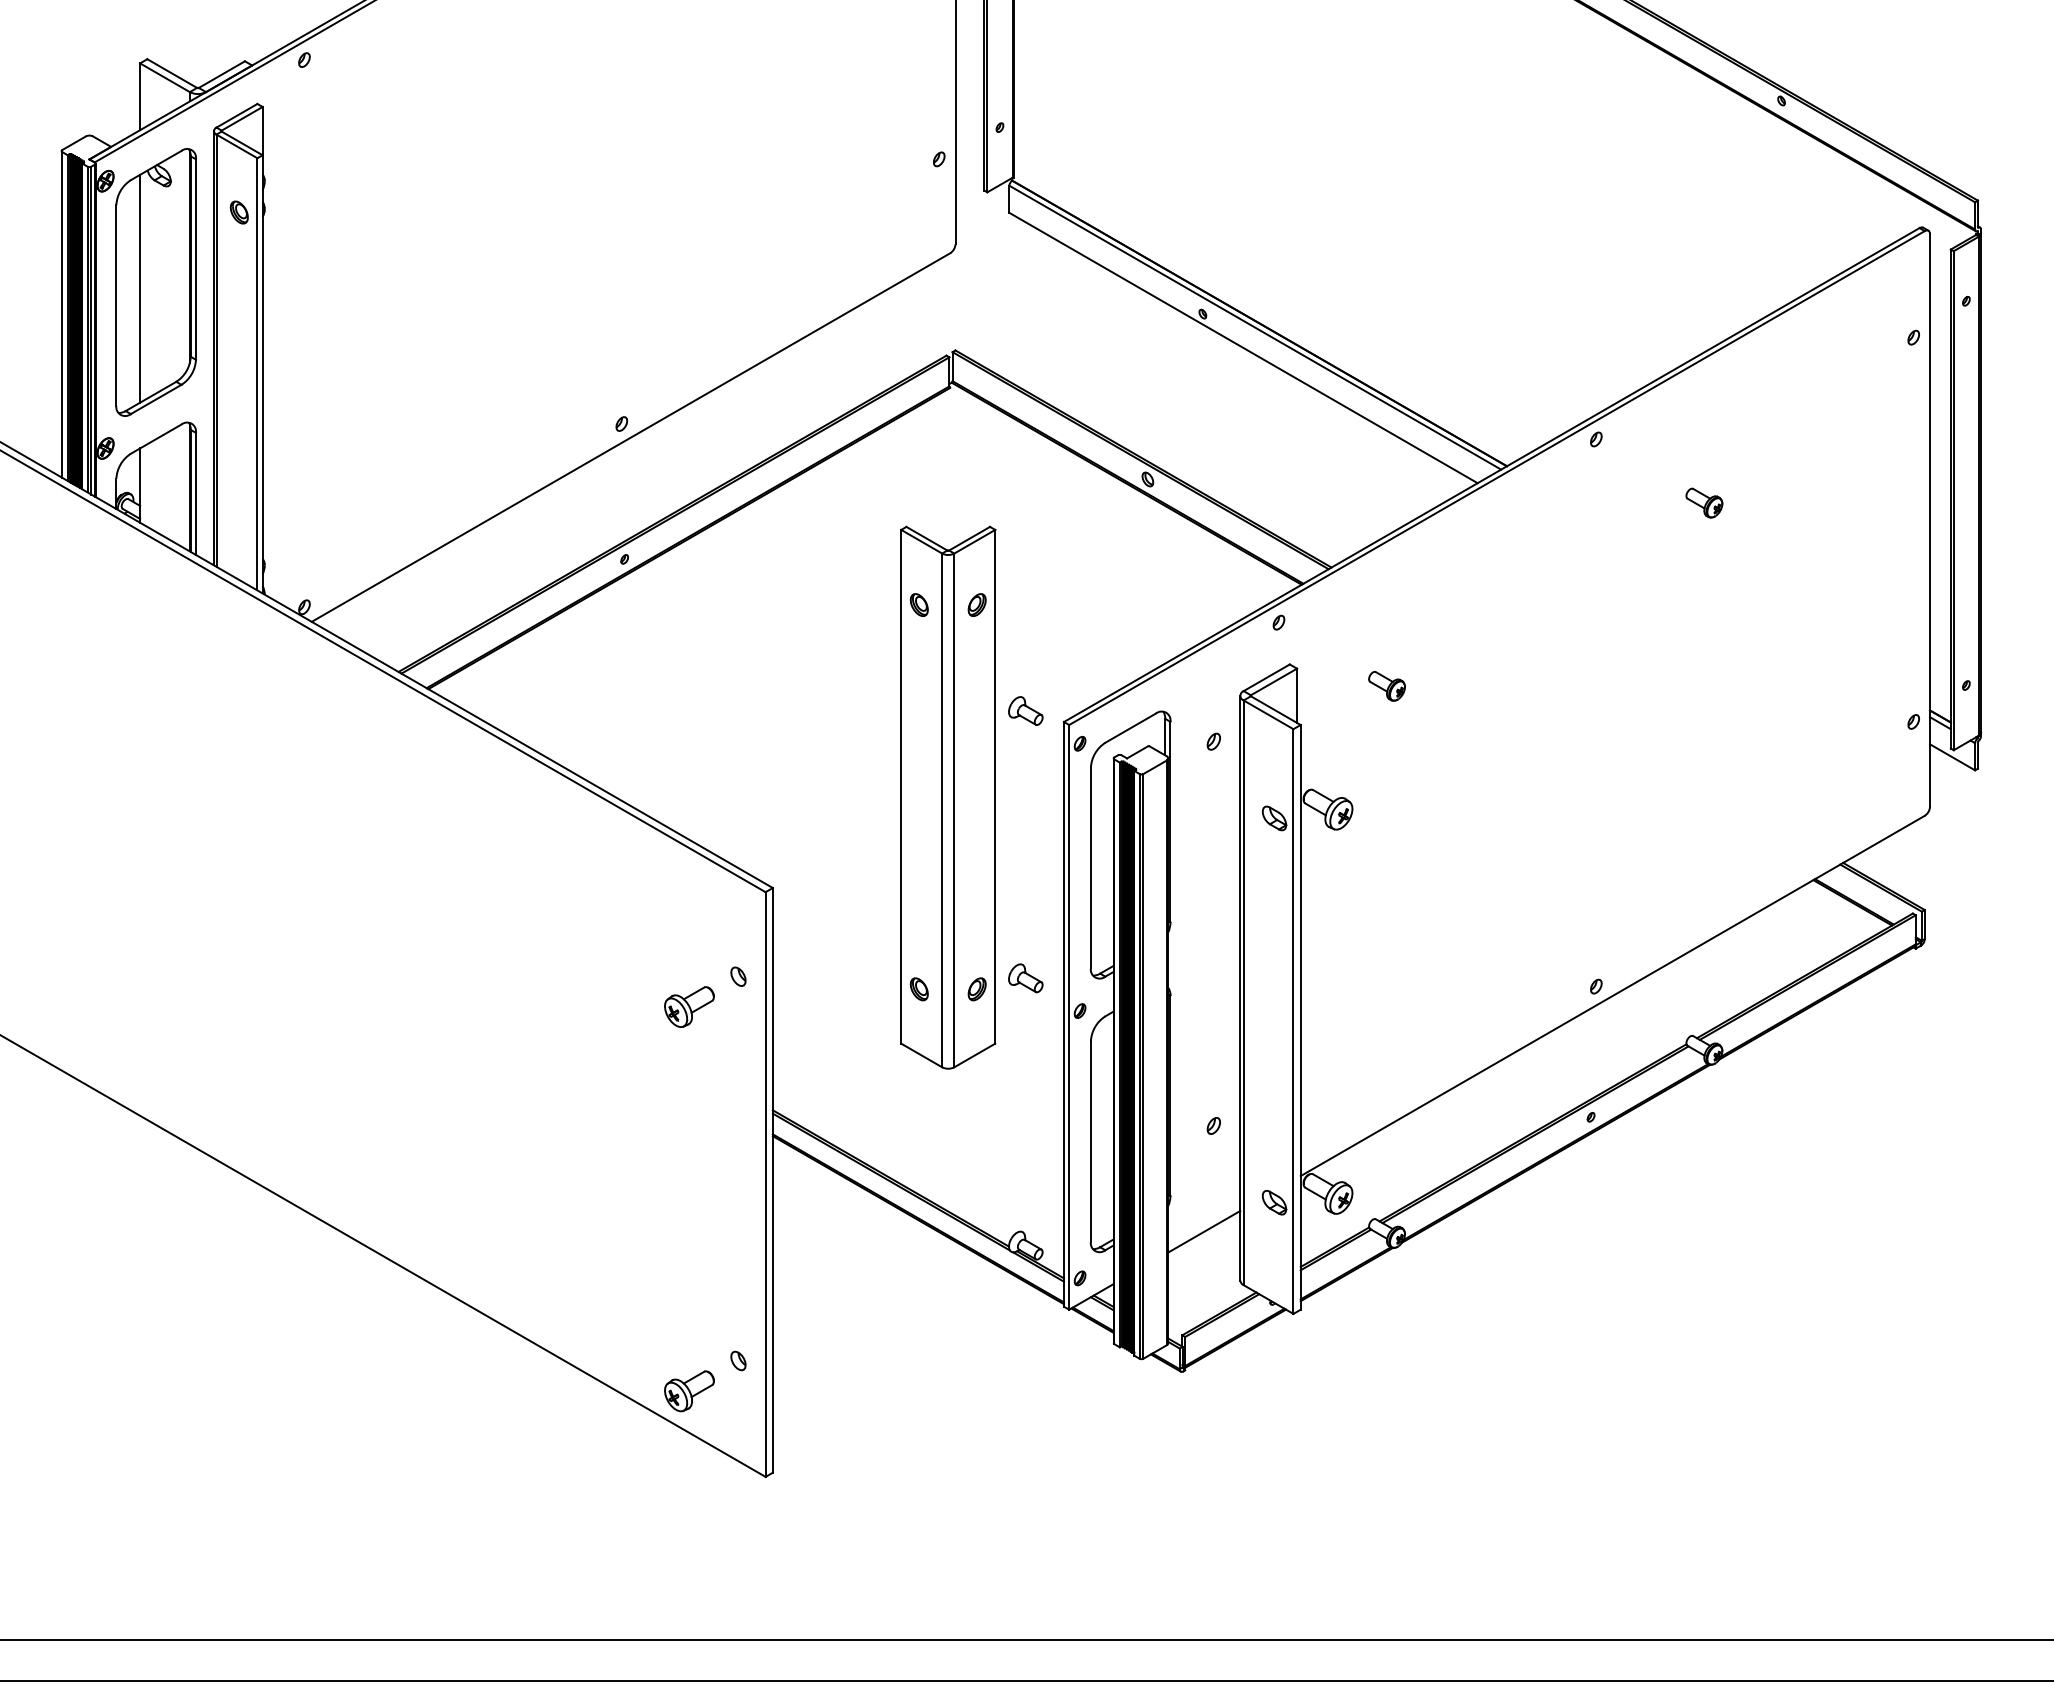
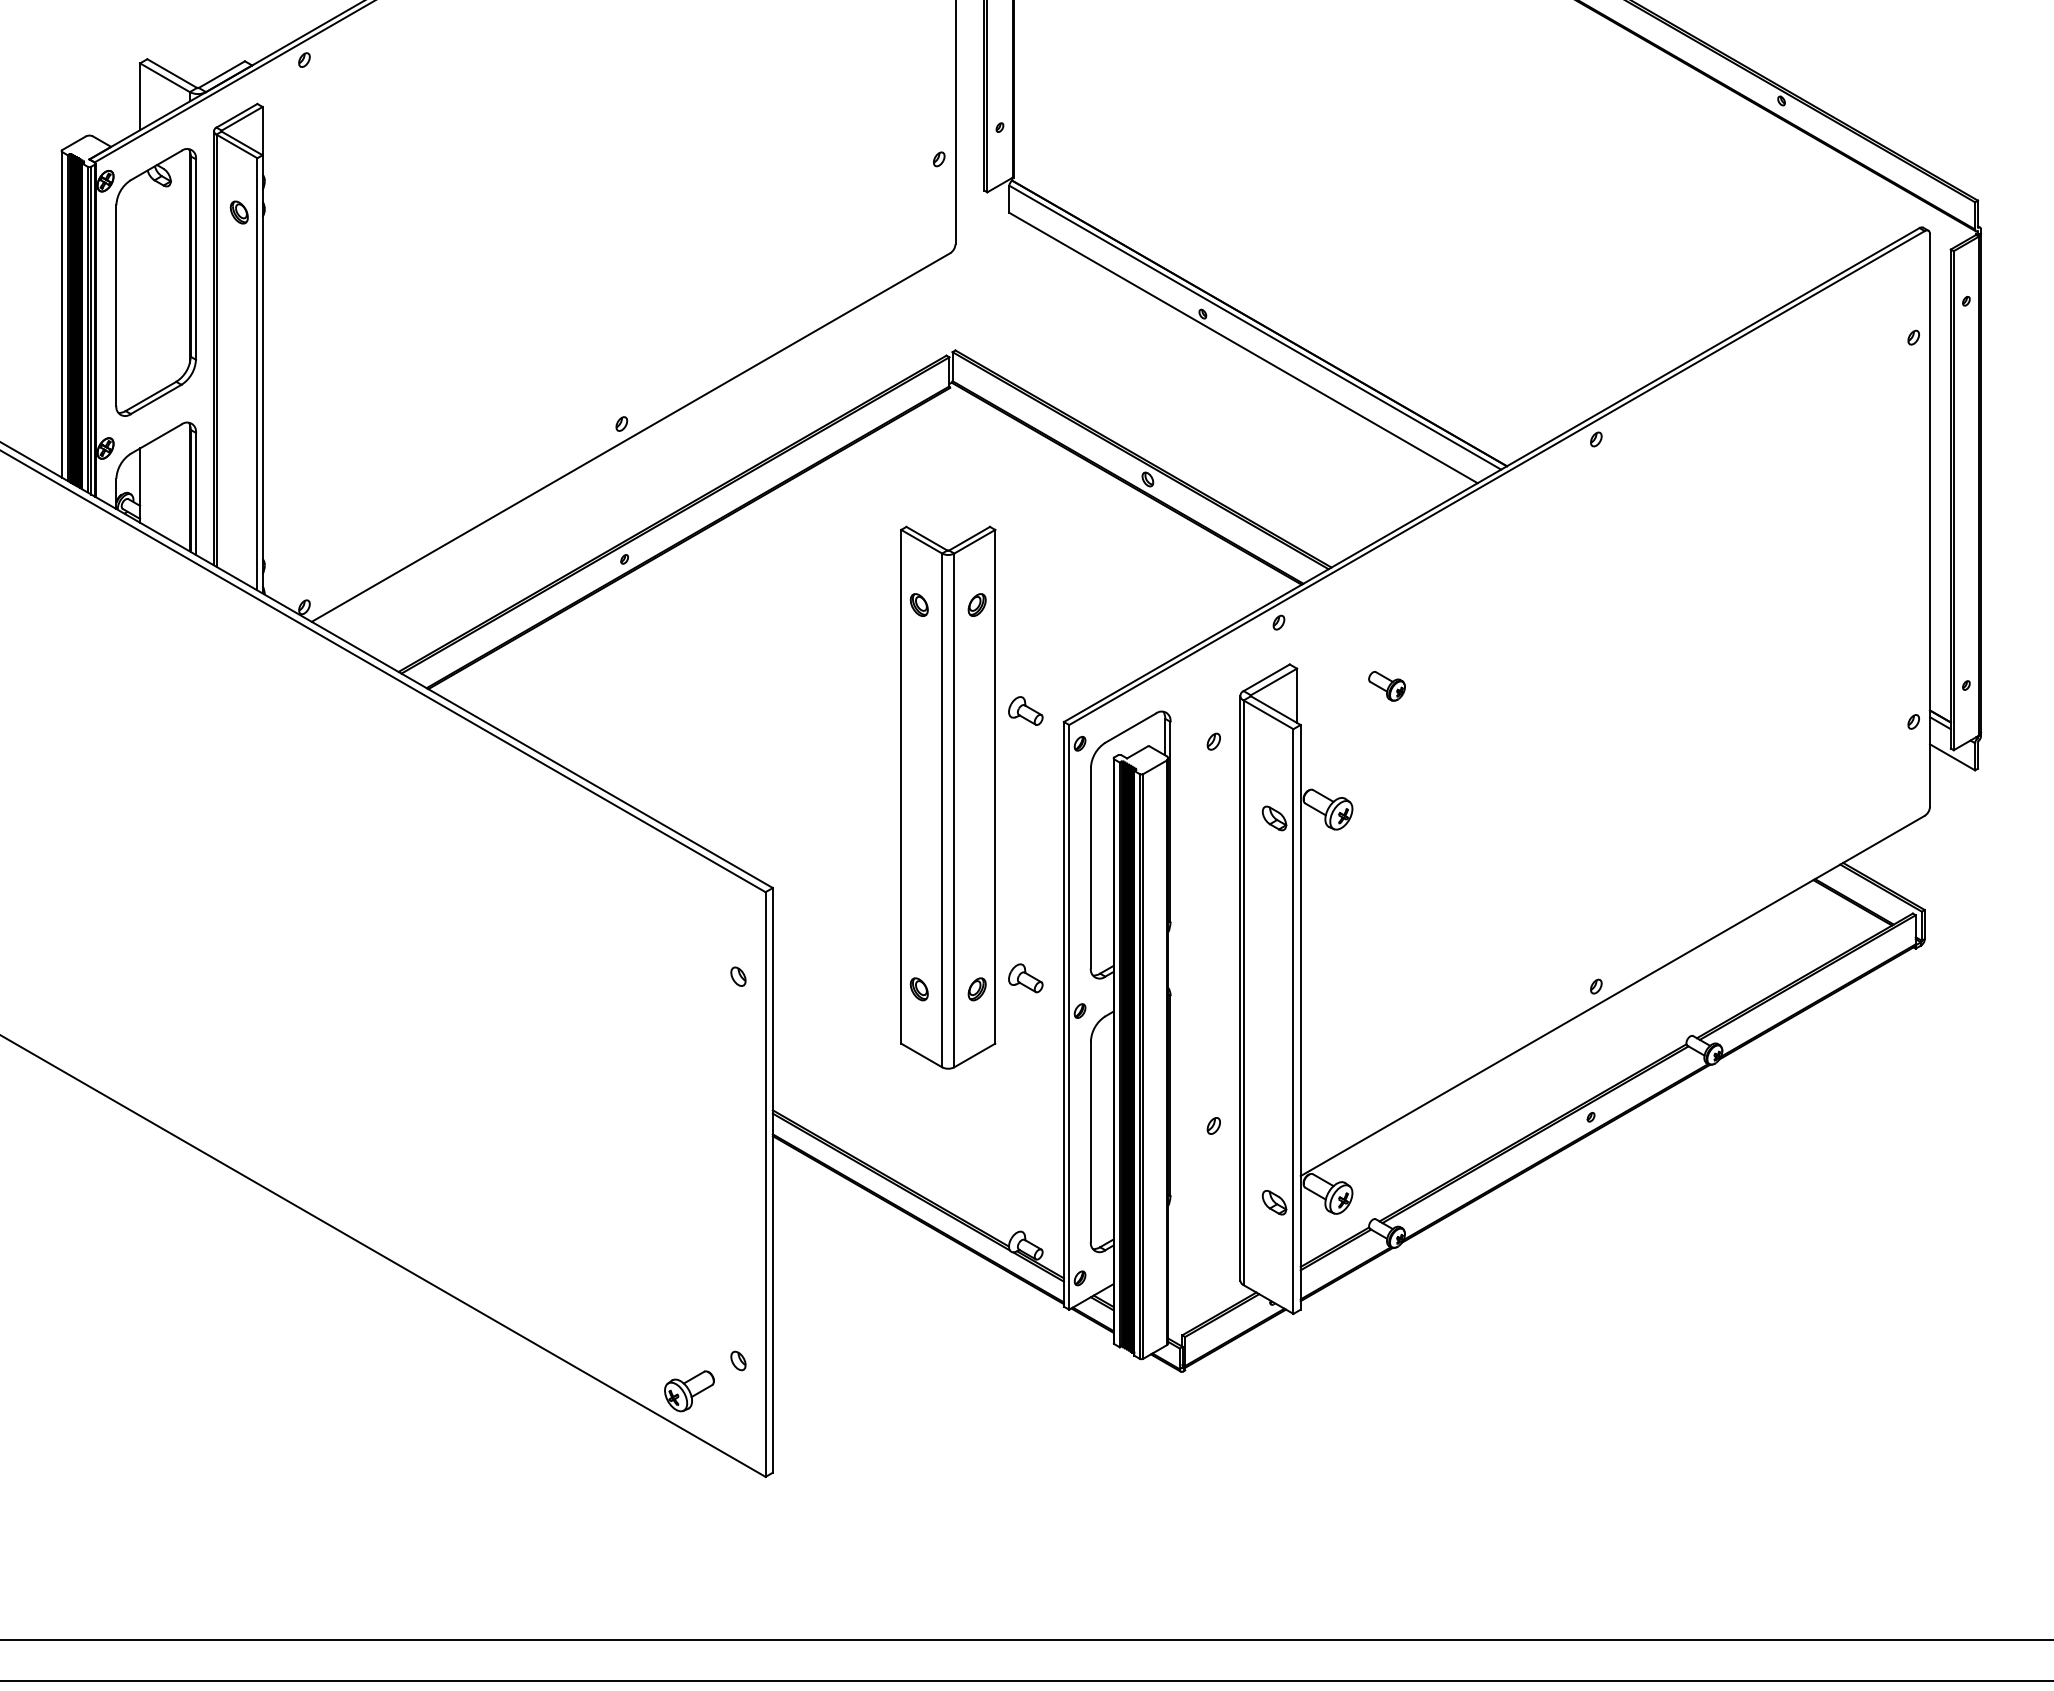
line at (140, 288): present -> none
part at (1704, 502): present -> none
part at (689, 1006): present -> none
line at (1204, 1231): present -> none
